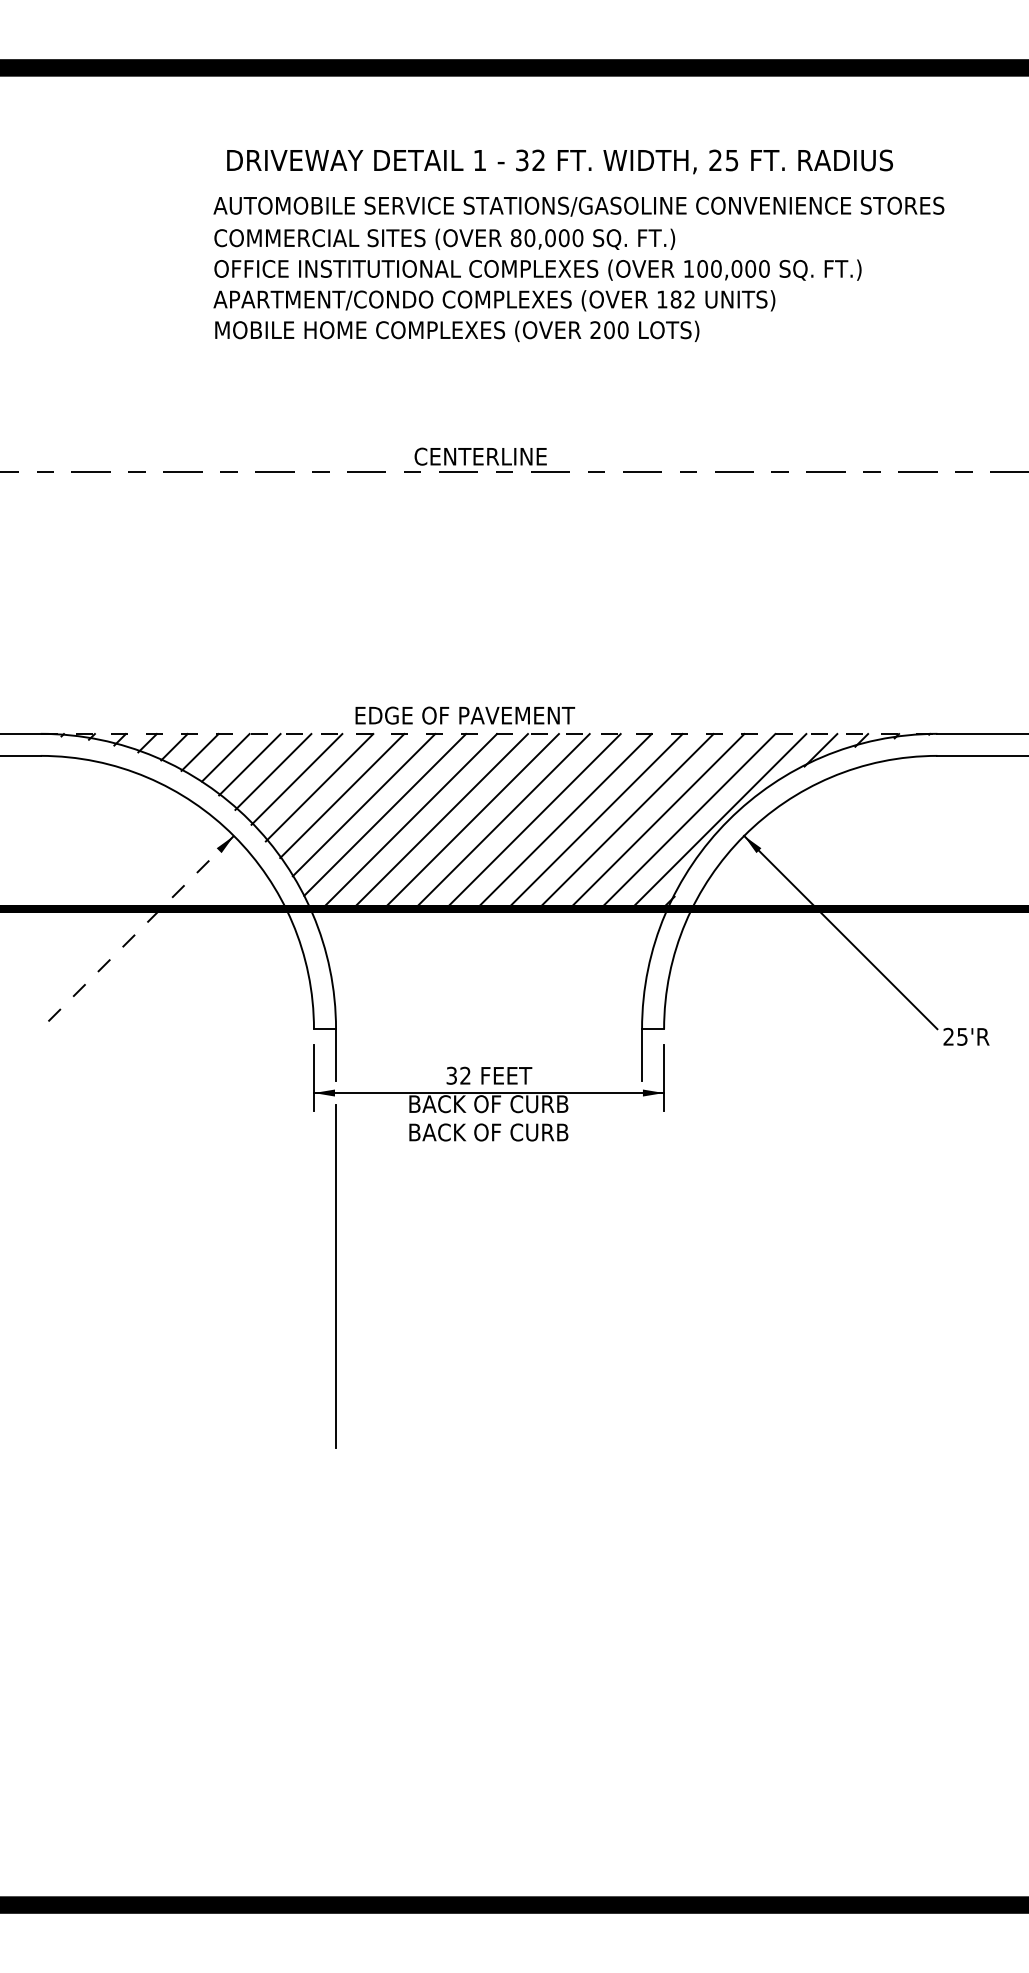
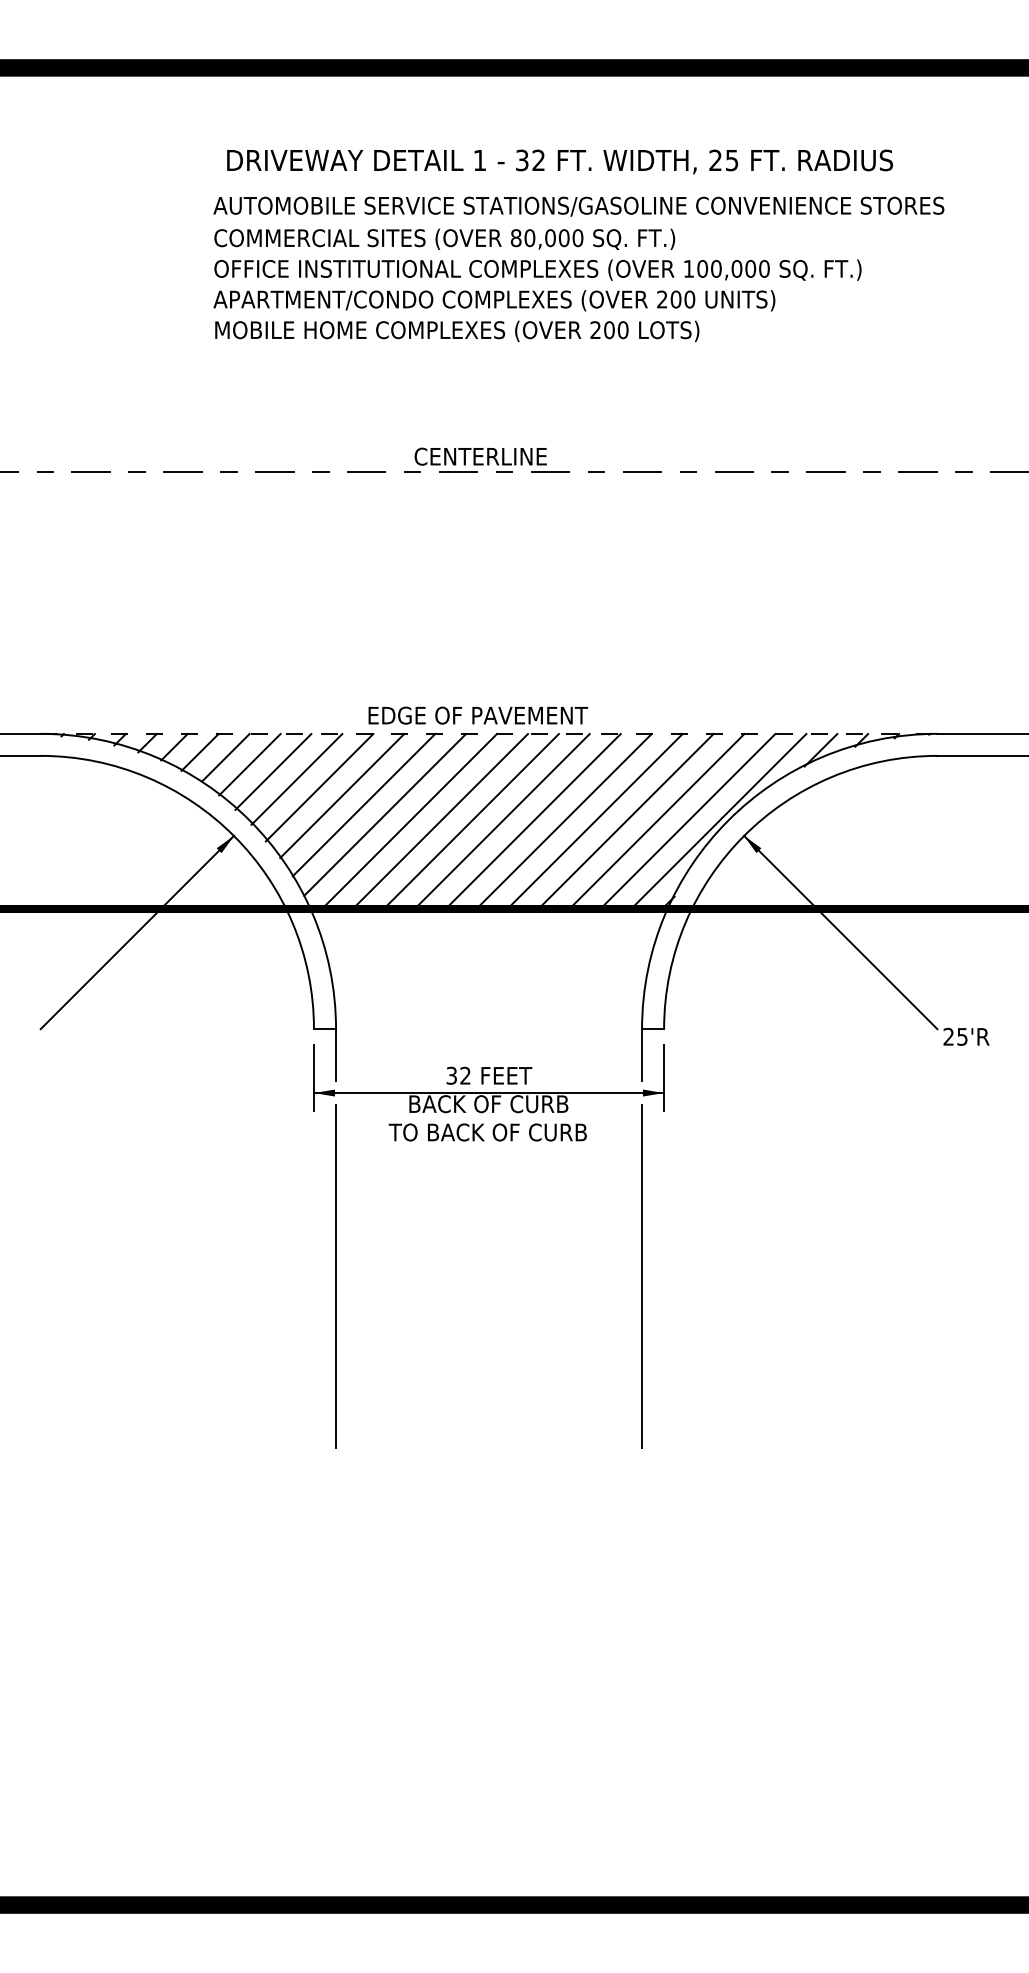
text at (676, 299): 182 -> 200
text at (465, 715) position: (465, 715) -> (478, 715)
line at (137, 932): dashed -> solid
text at (487, 1132): BACK OF CURB -> TO BACK OF CURB
line at (642, 1276): none -> present
